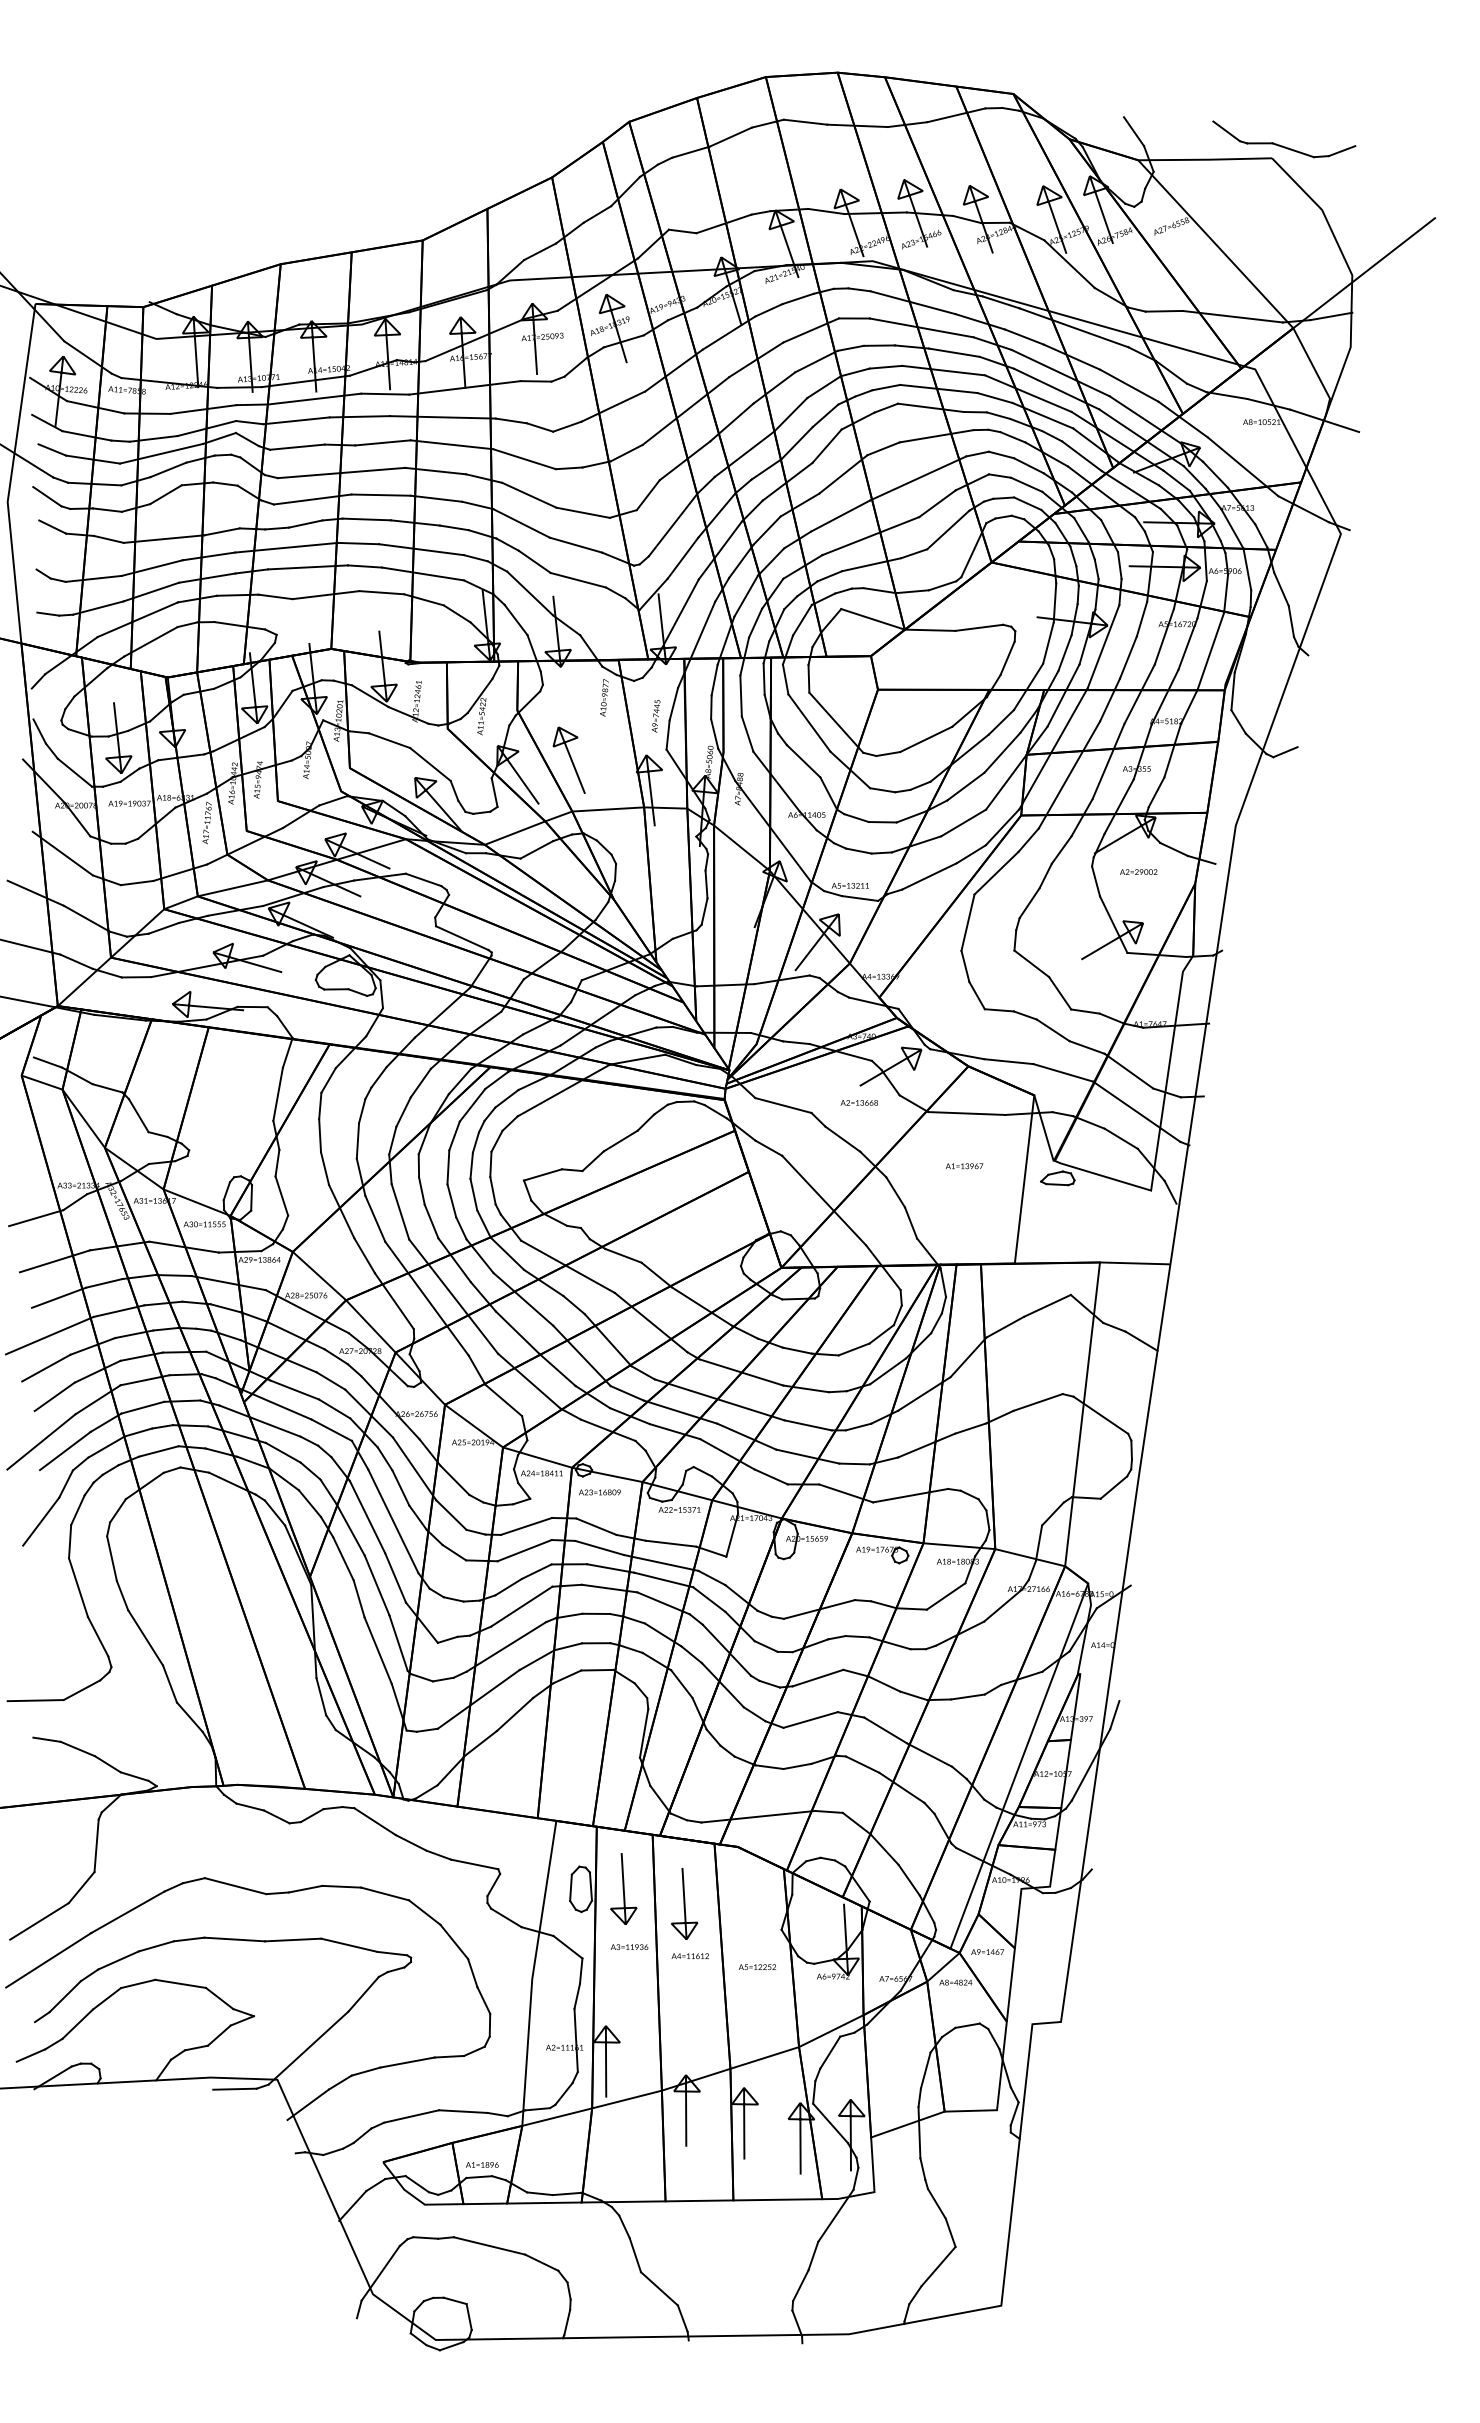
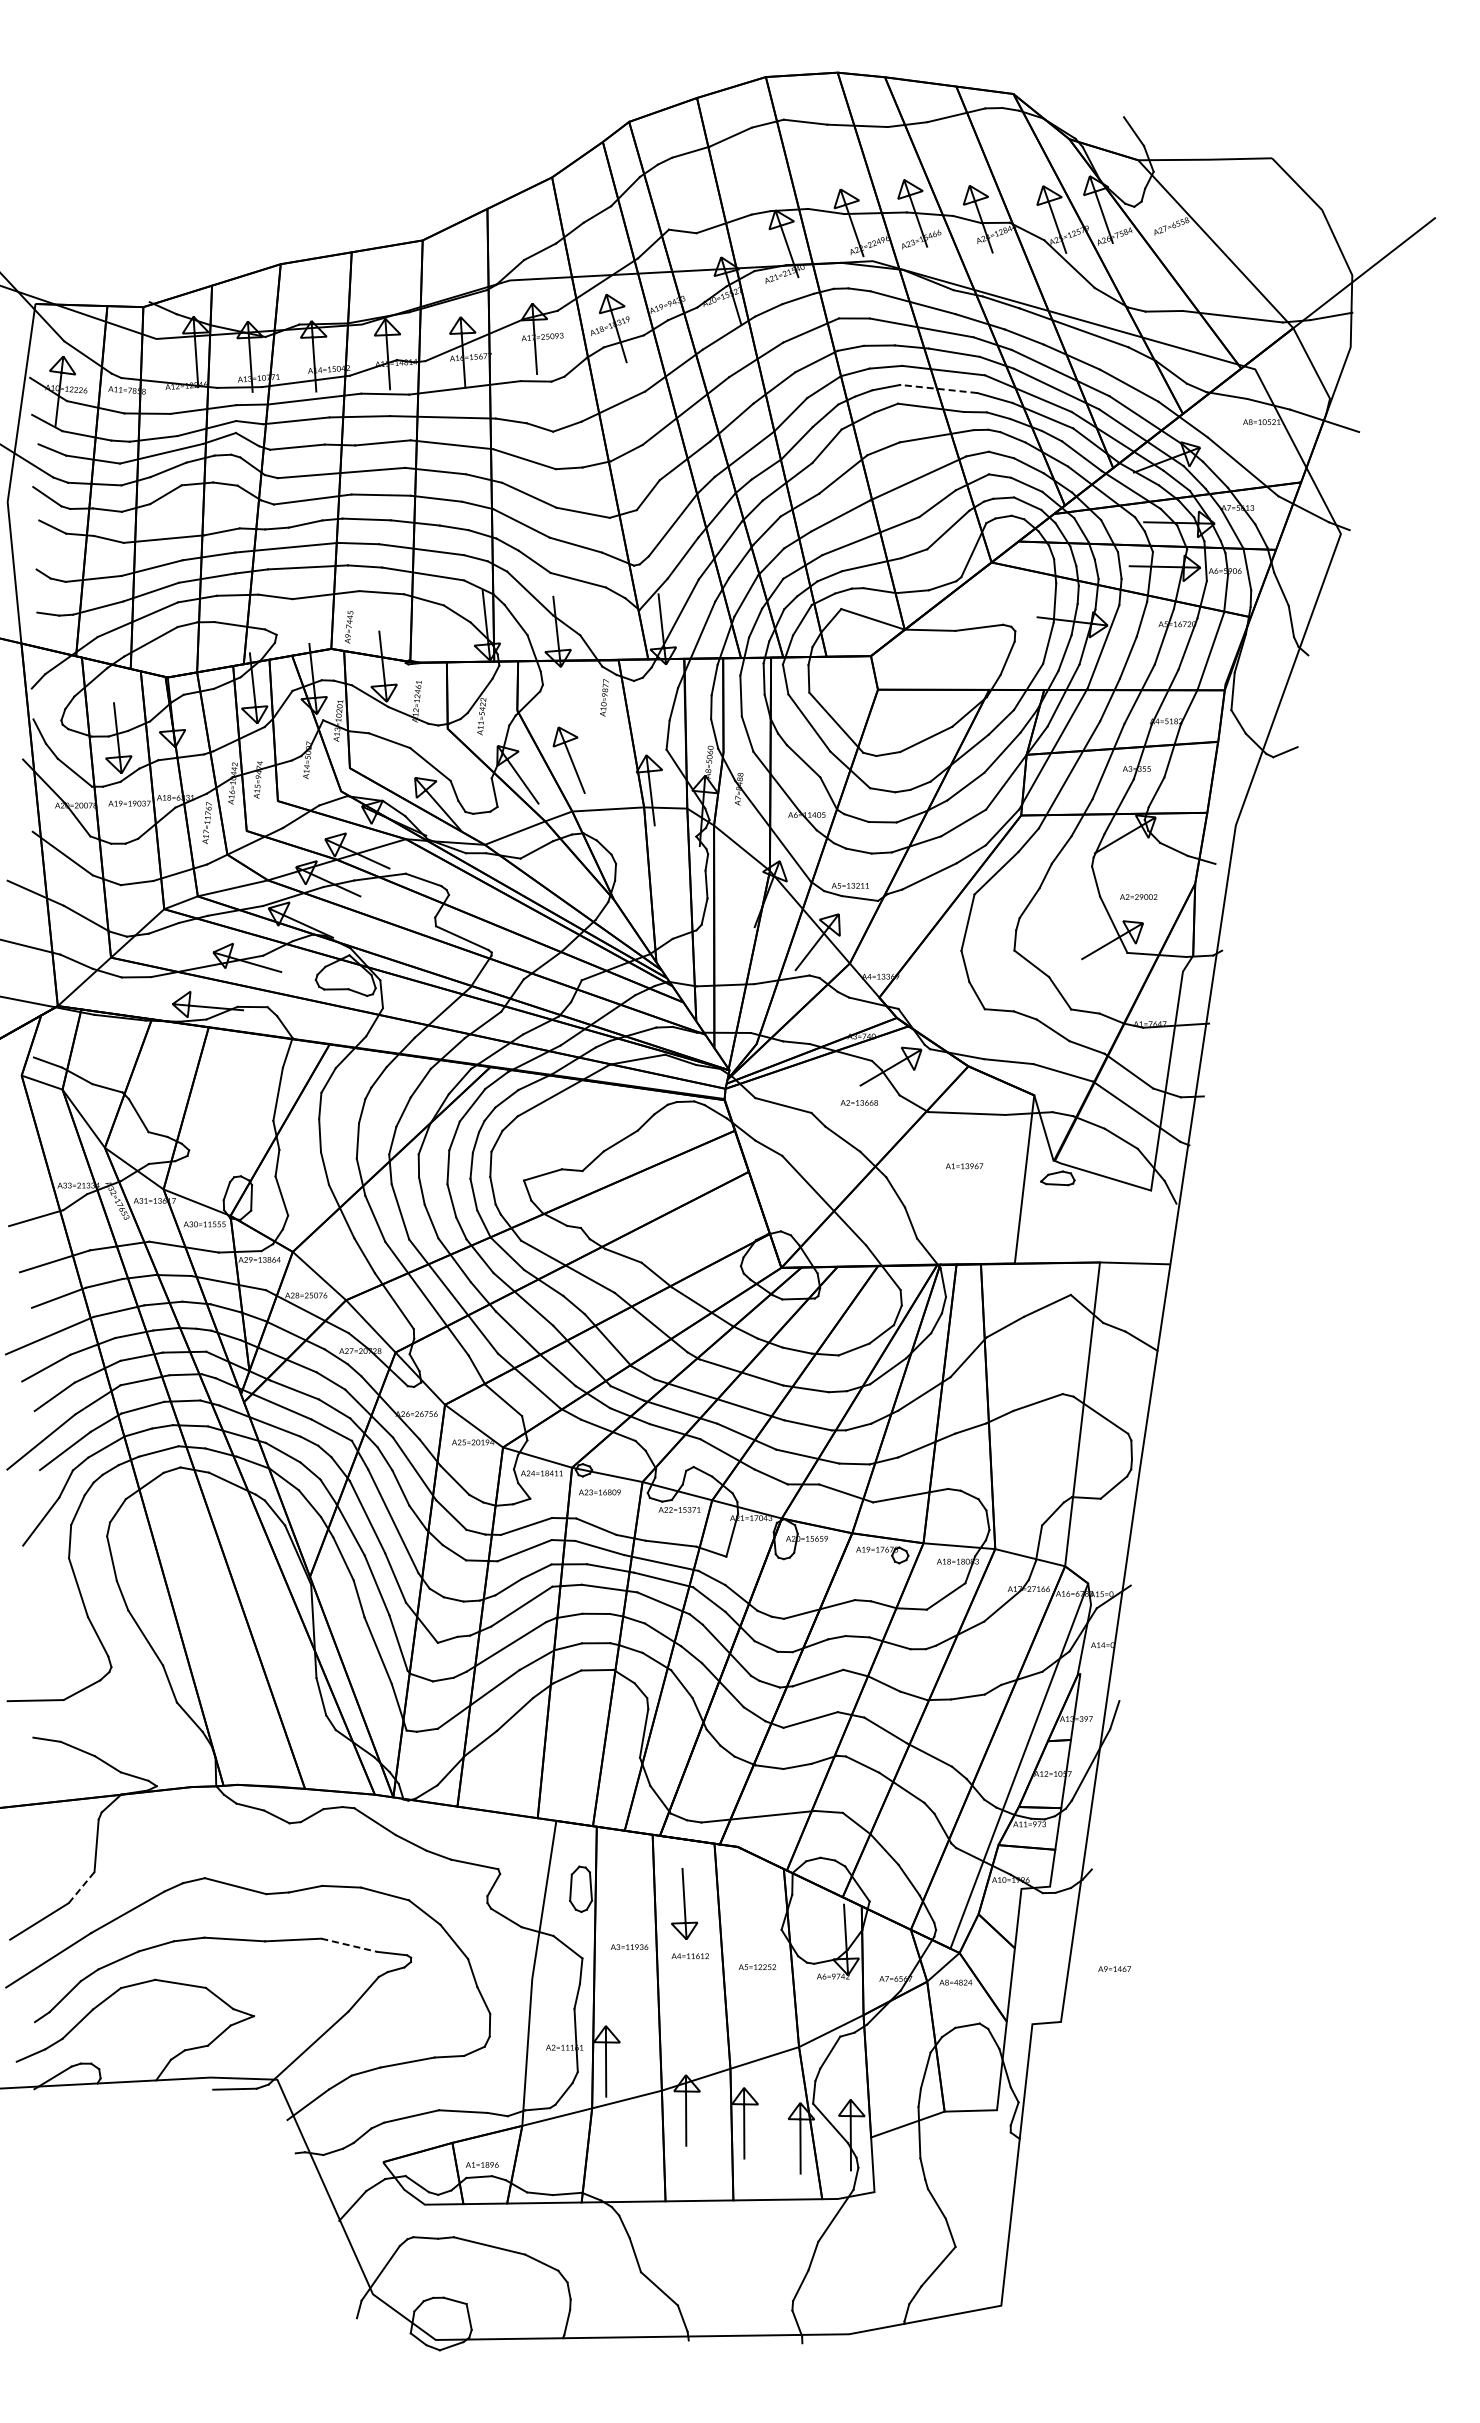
part at (1282, 145): present -> none
line at (938, 389): solid -> dashed
text at (655, 716) position: (655, 716) -> (348, 627)
text at (1138, 871) position: (1138, 871) -> (1138, 896)
line at (81, 1887): solid -> dashed
line at (623, 1888): present -> none
line at (349, 1945): solid -> dashed
text at (987, 1951) position: (987, 1951) -> (1114, 1968)
